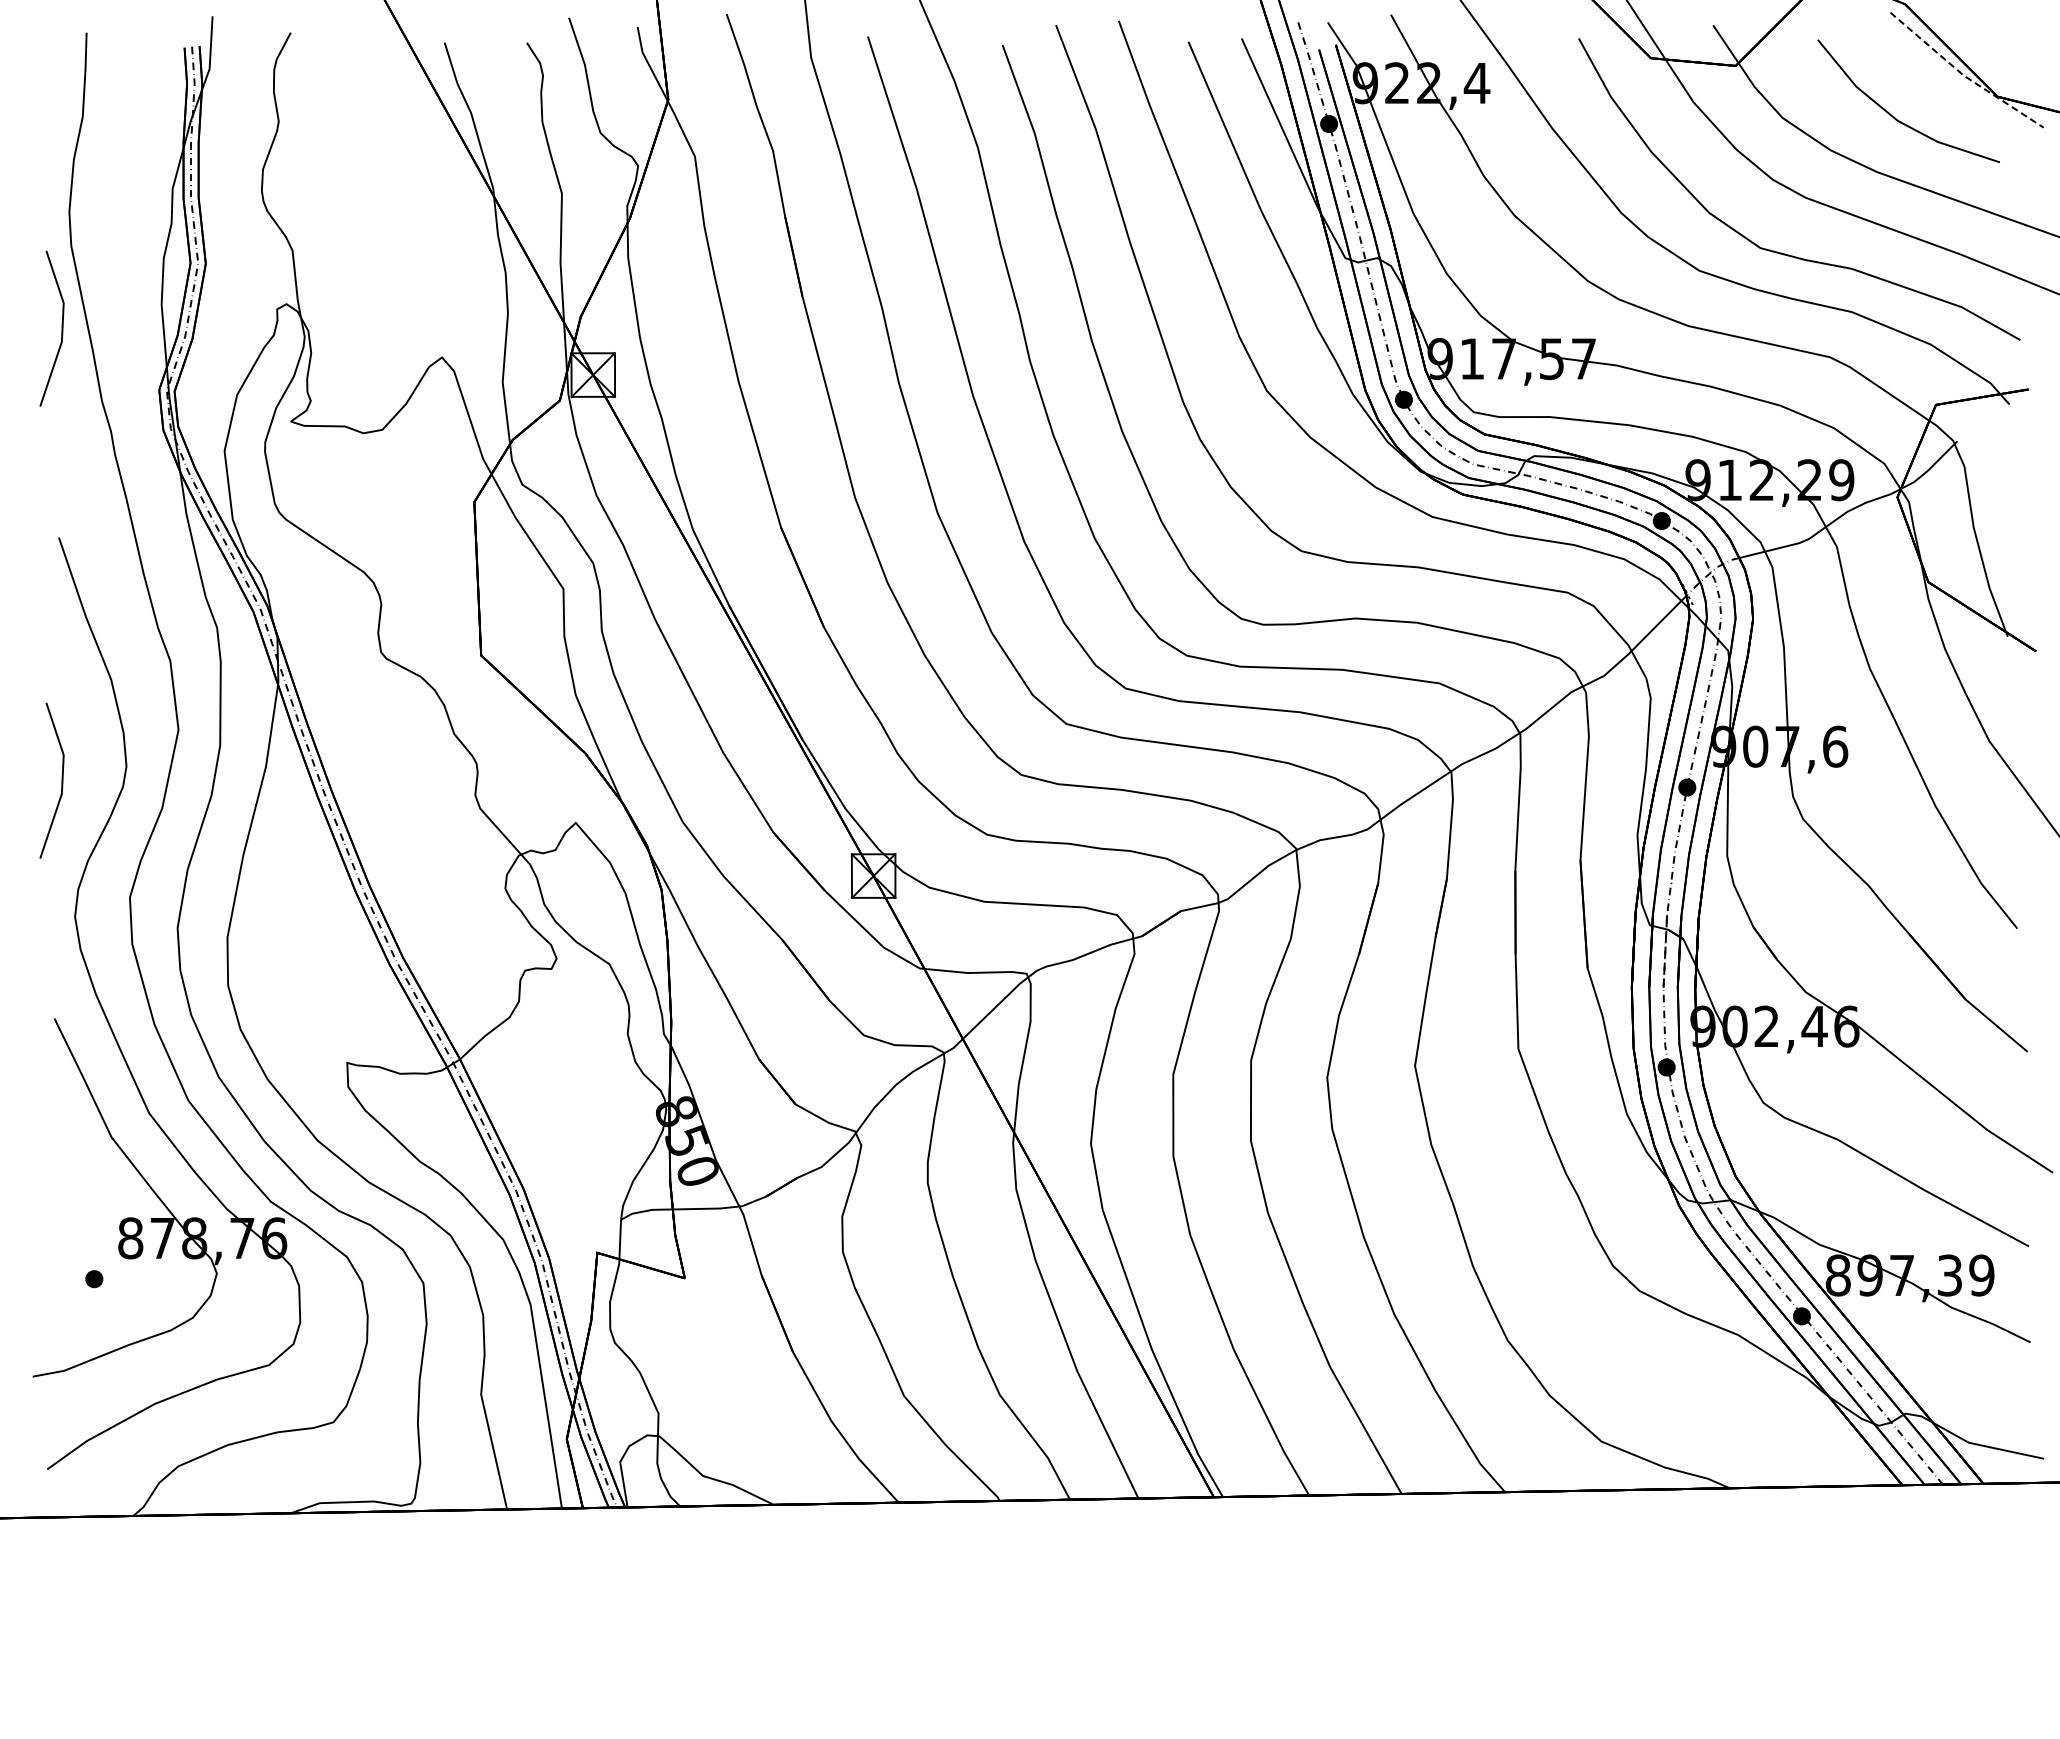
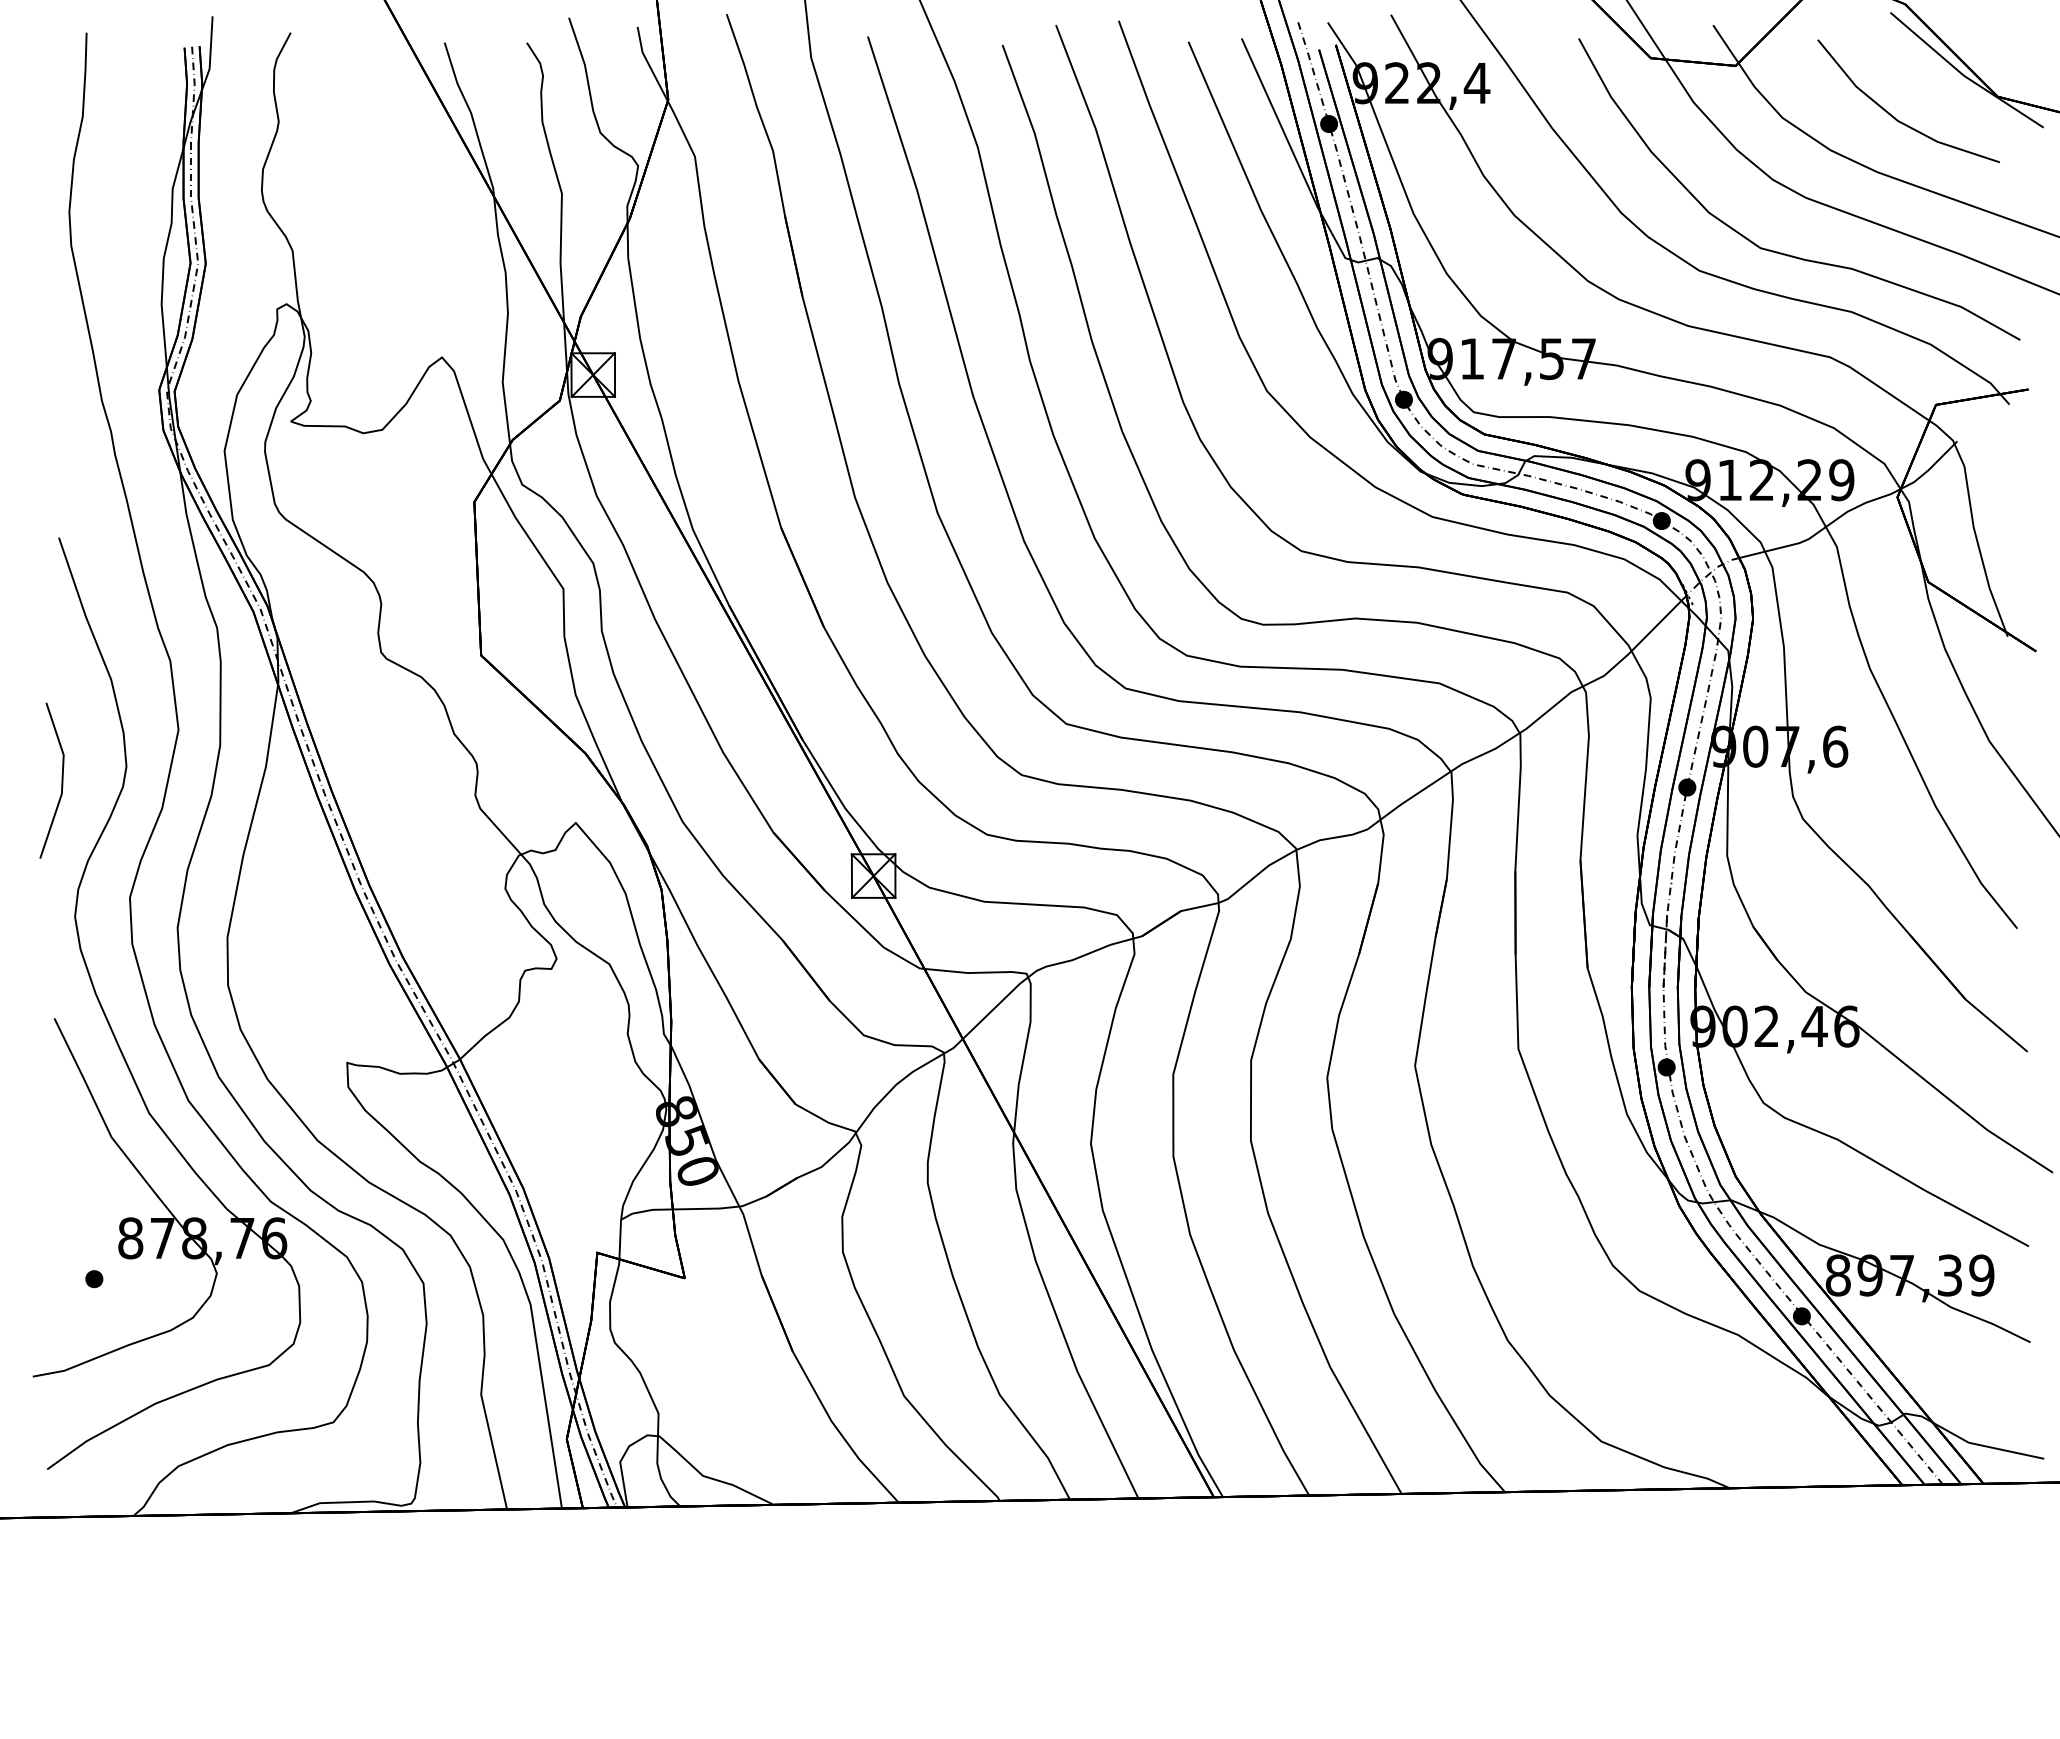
line at (1963, 75): dashed -> solid
line at (61, 328): present -> none
